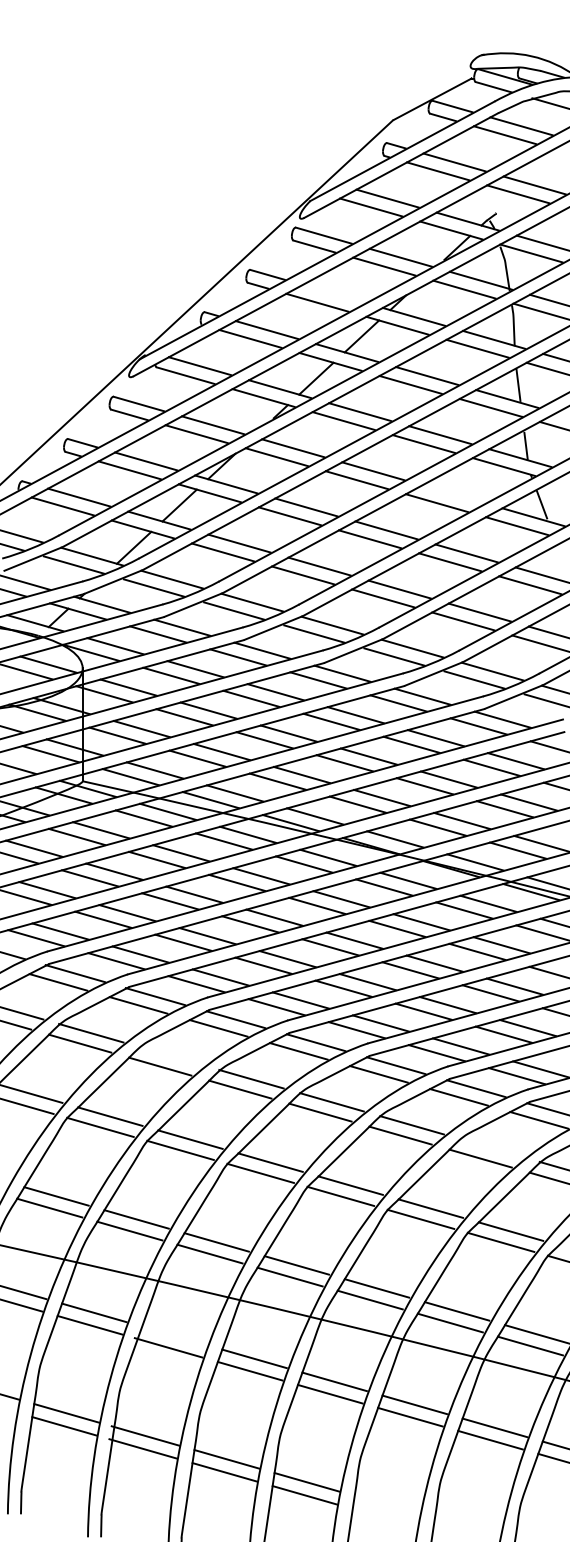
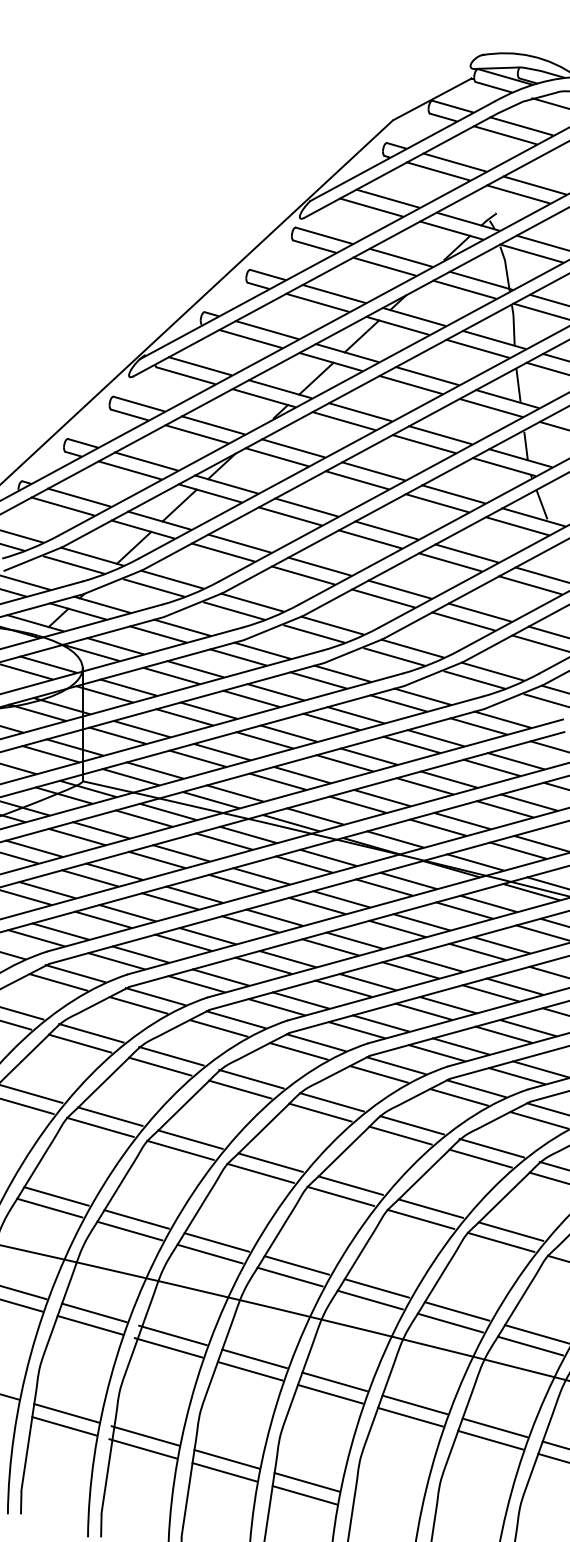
line at (333, 293): none -> present
line at (453, 494): none -> present
line at (171, 1056): none -> present
line at (491, 1147): none -> present
line at (172, 1335): none -> present
